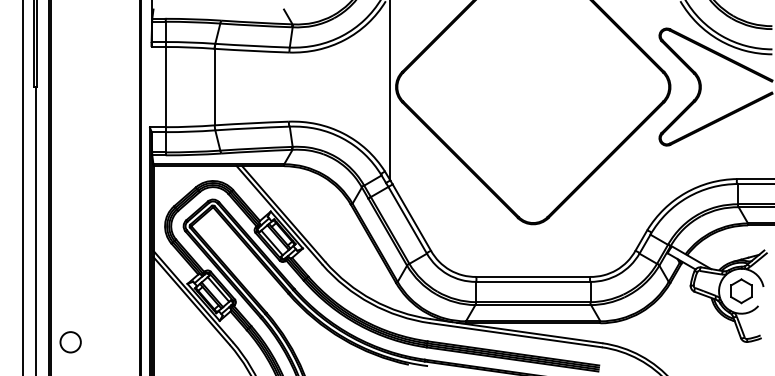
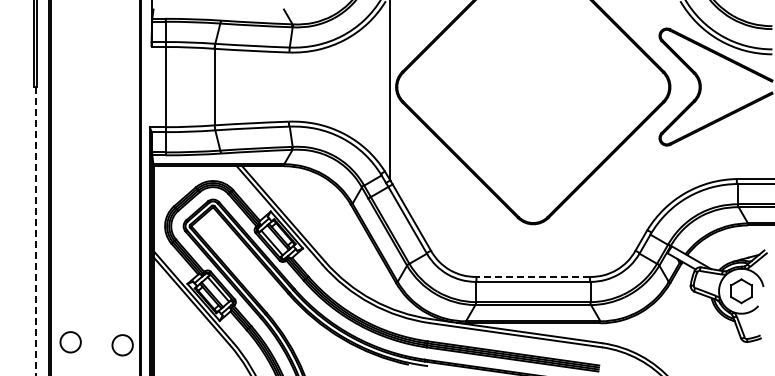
line at (23, 187): present -> none
line at (35, 231): solid -> dashed
line at (533, 276): solid -> dashed
circle at (122, 345): none -> present
